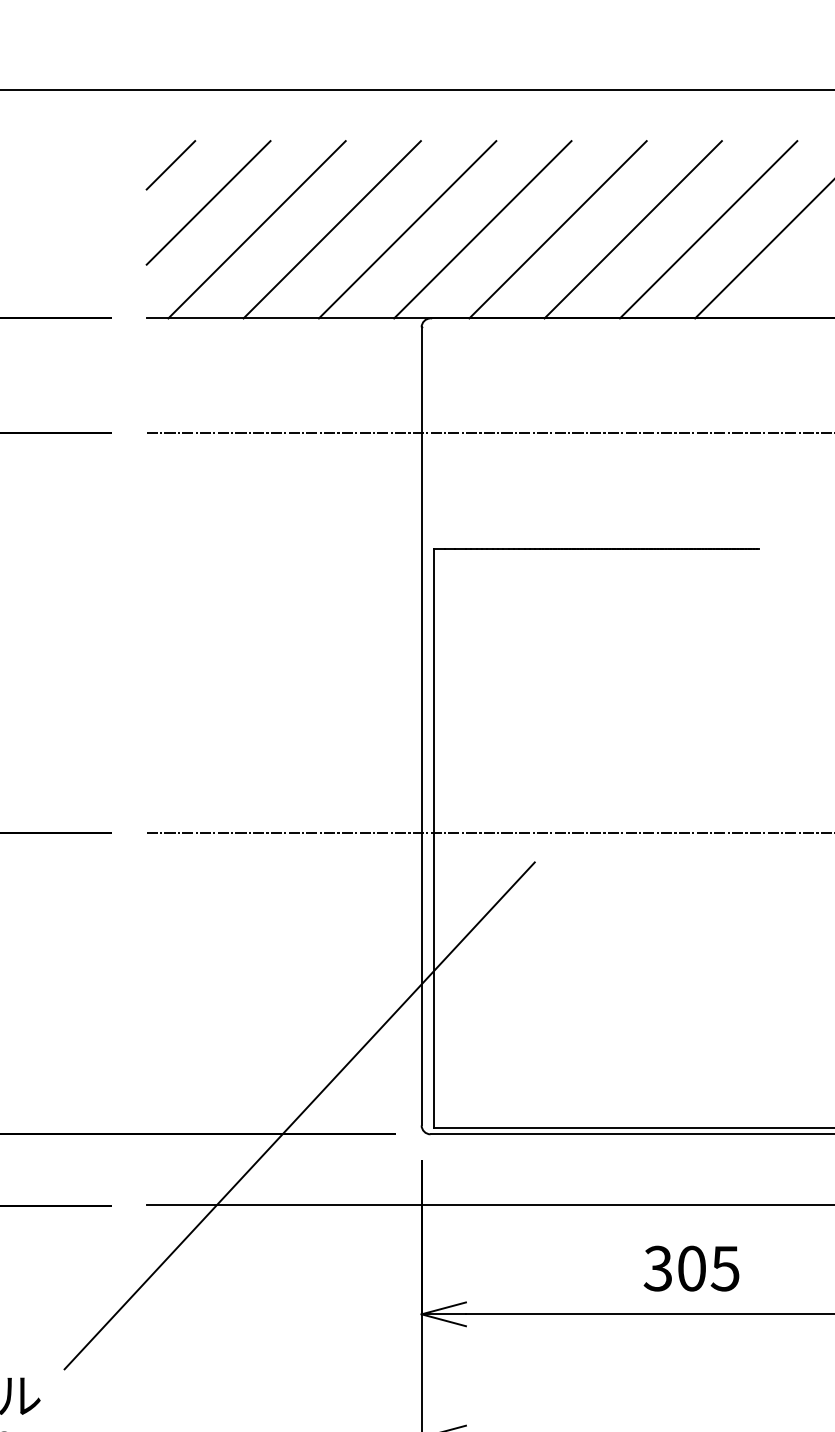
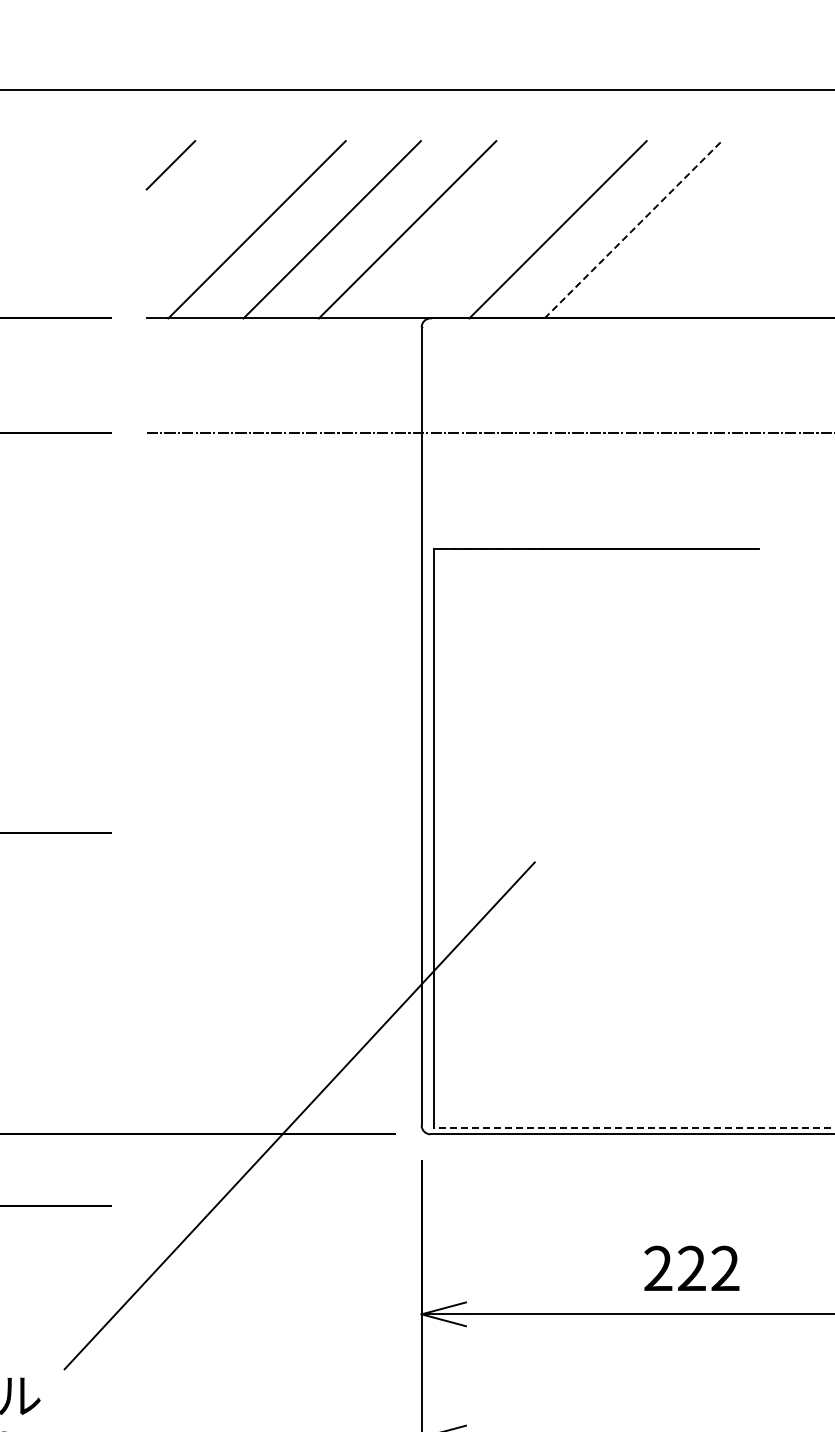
line at (208, 202): present -> none
line at (482, 229): present -> none
line at (633, 229): solid -> dashed
line at (708, 229): present -> none
line at (763, 250): present -> none
line at (488, 832): present -> none
line at (633, 1127): solid -> dashed
line at (488, 1205): present -> none
text at (691, 1268): 305 -> 222
